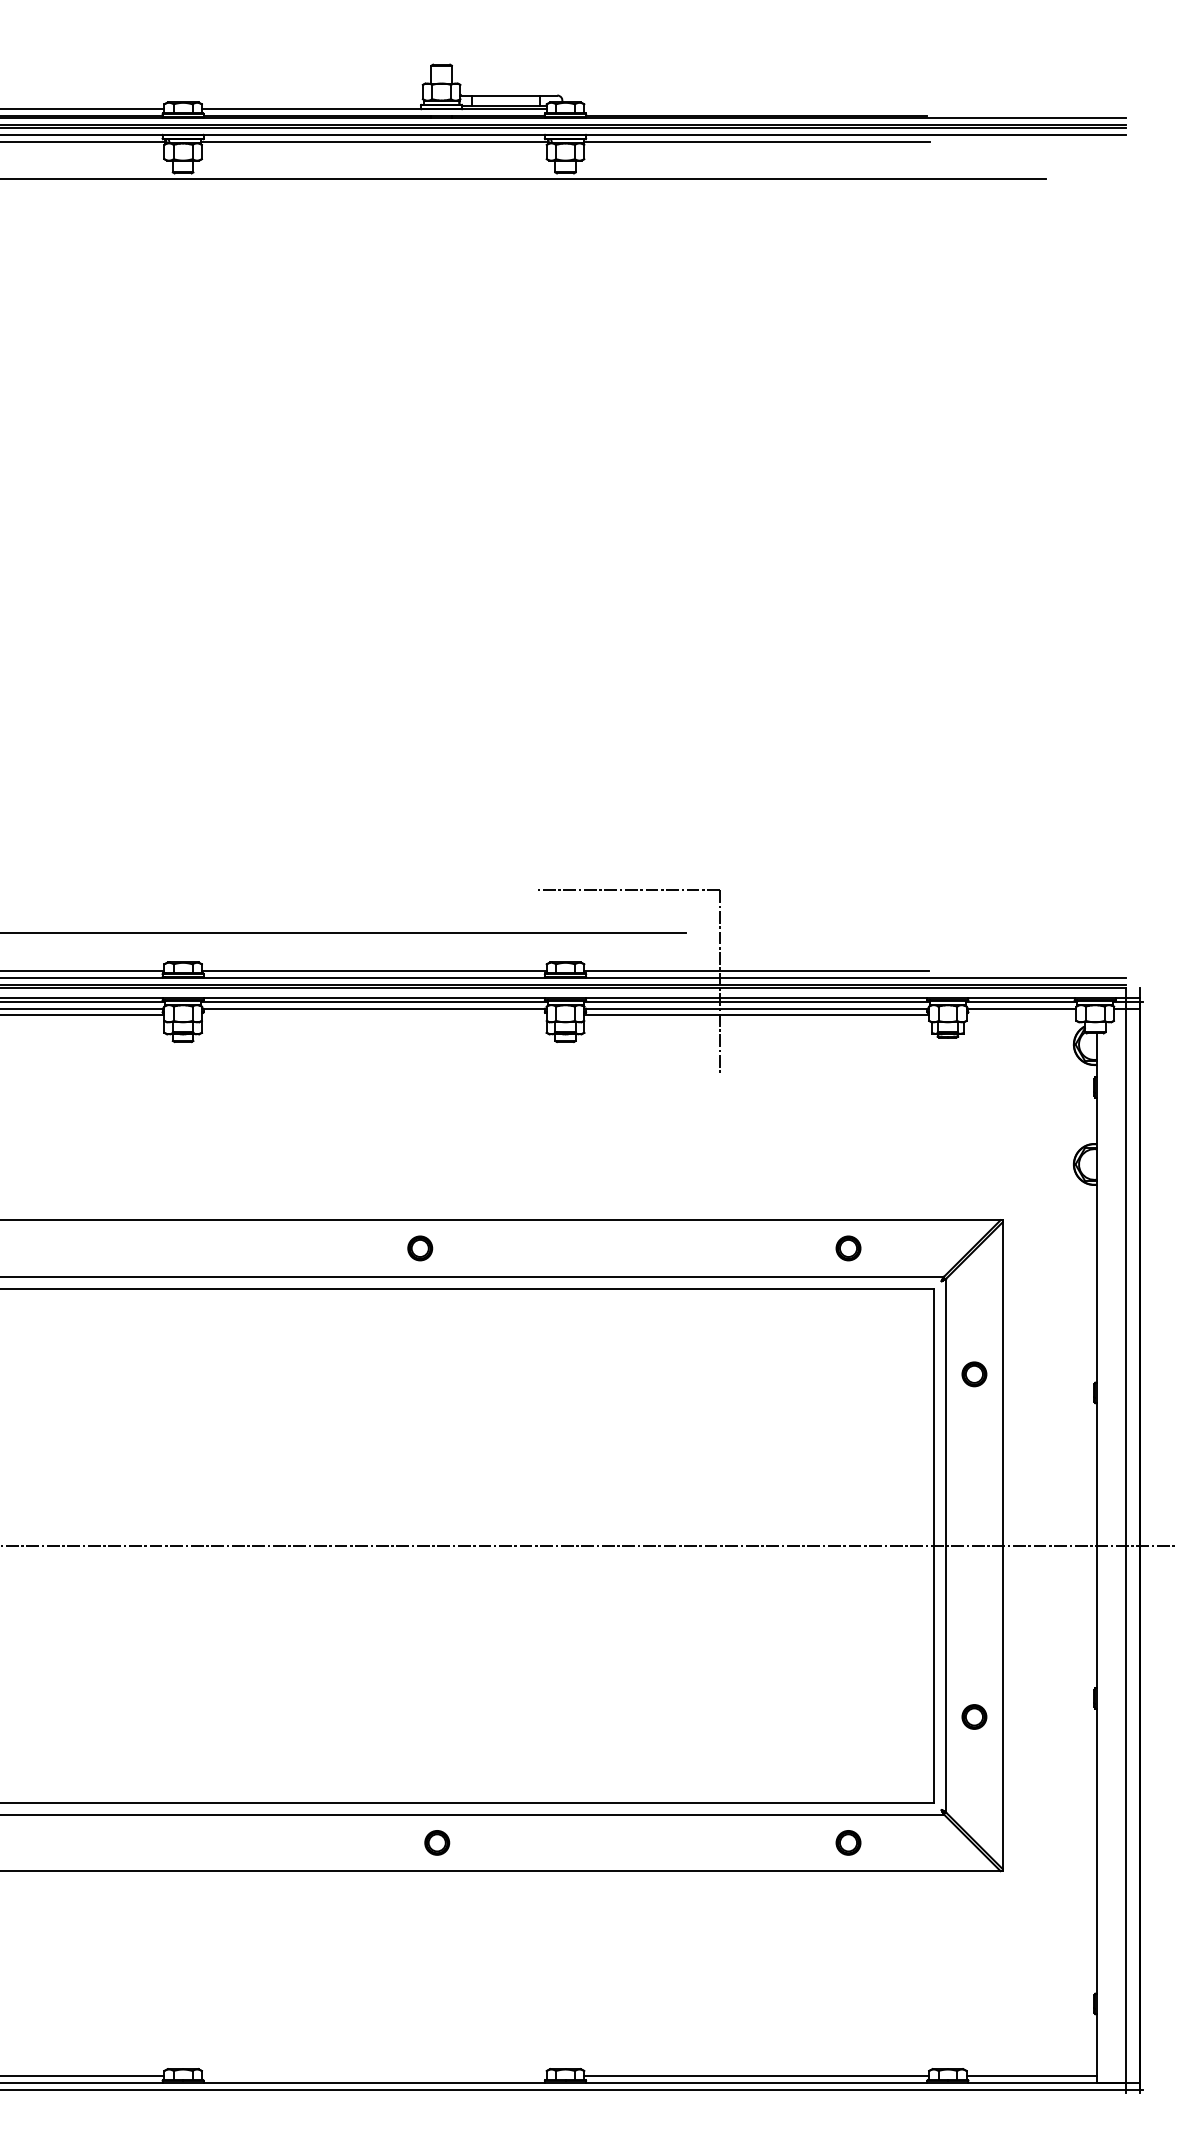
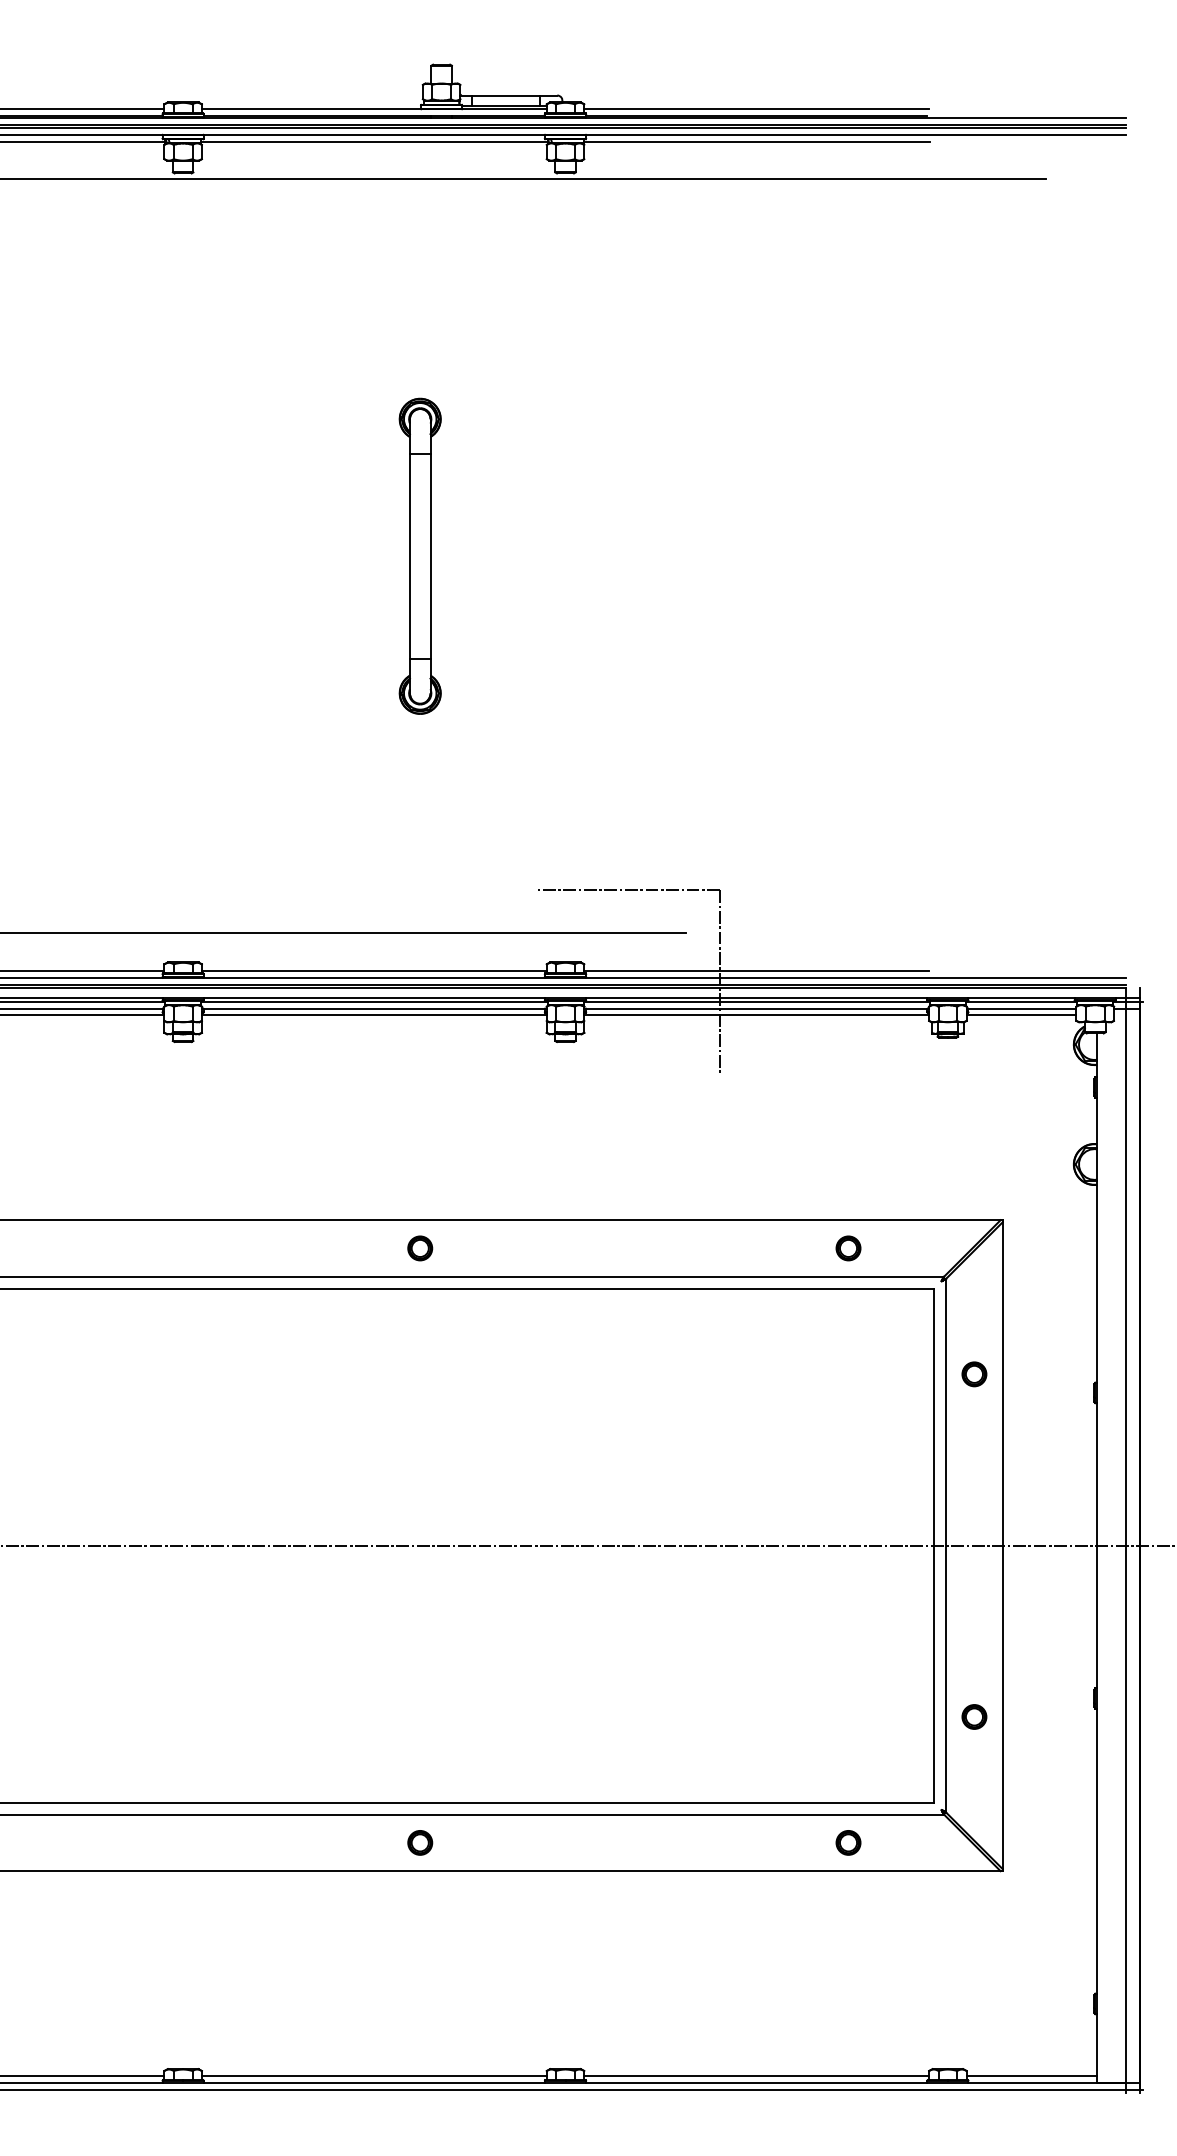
line at (756, 109): none -> present
part at (419, 555): none -> present
line at (373, 1015): none -> present
line at (1021, 1015): none -> present
part at (437, 1842) position: (437, 1842) -> (420, 1842)
line at (373, 2075): none -> present
